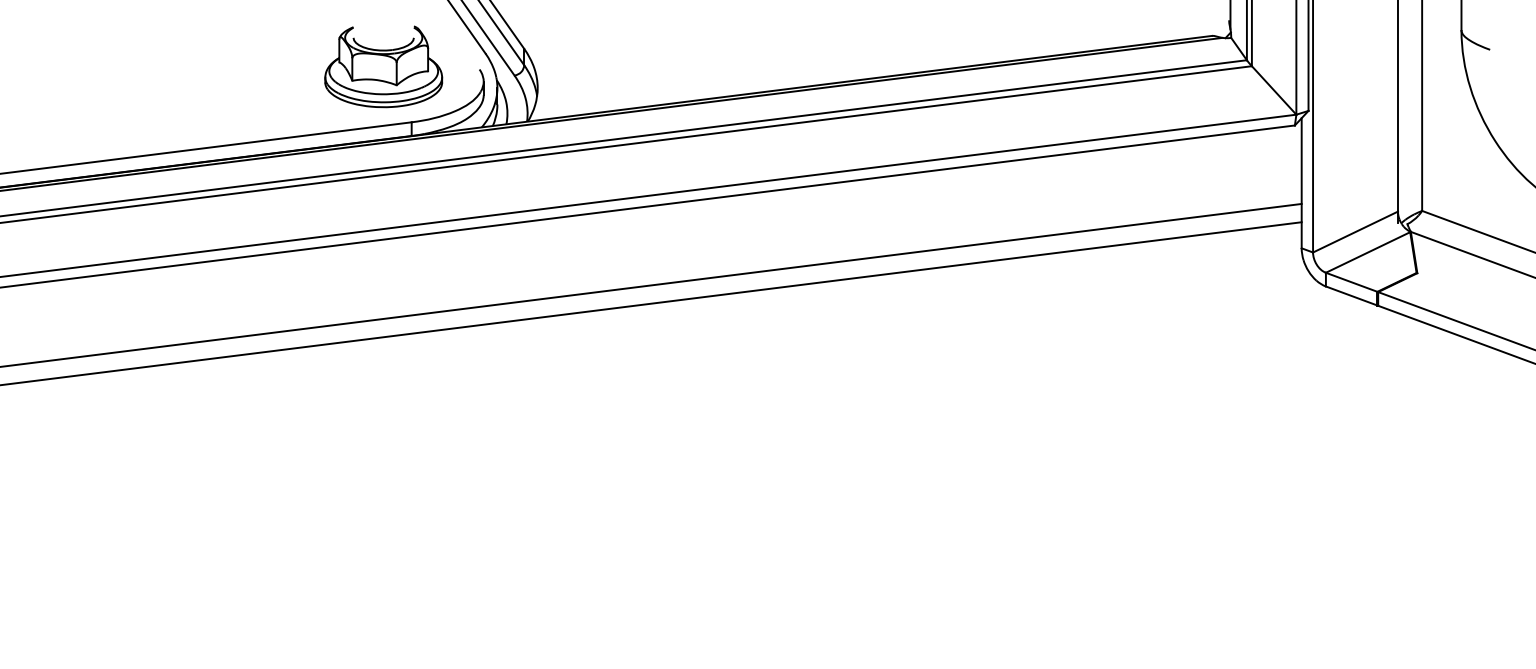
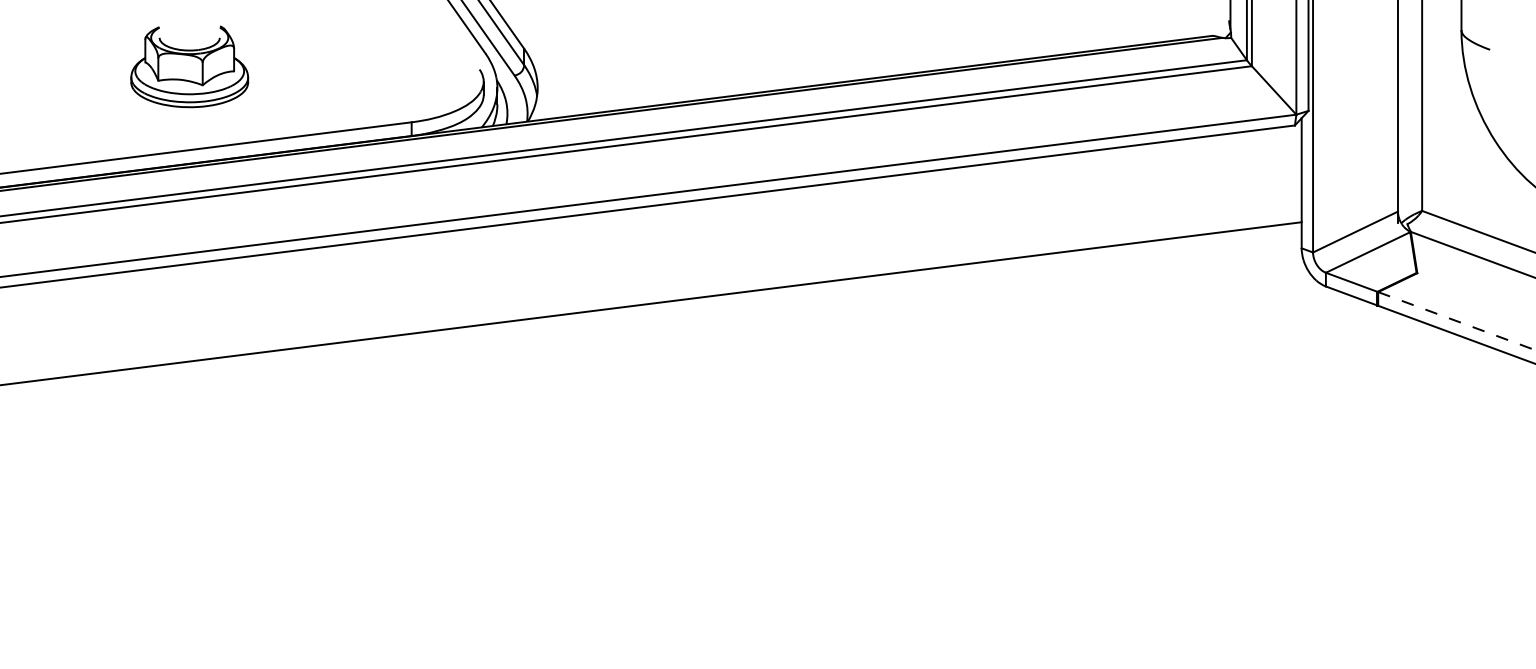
part at (383, 66) position: (383, 66) -> (189, 66)
line at (651, 284): present -> none
line at (1456, 321): solid -> dashed
